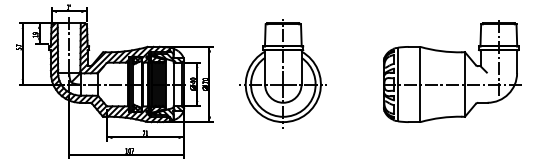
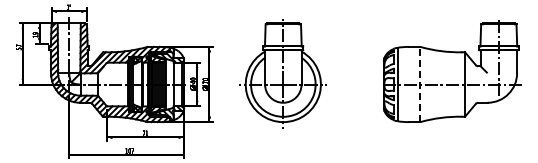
line at (420, 84): solid -> dashed
